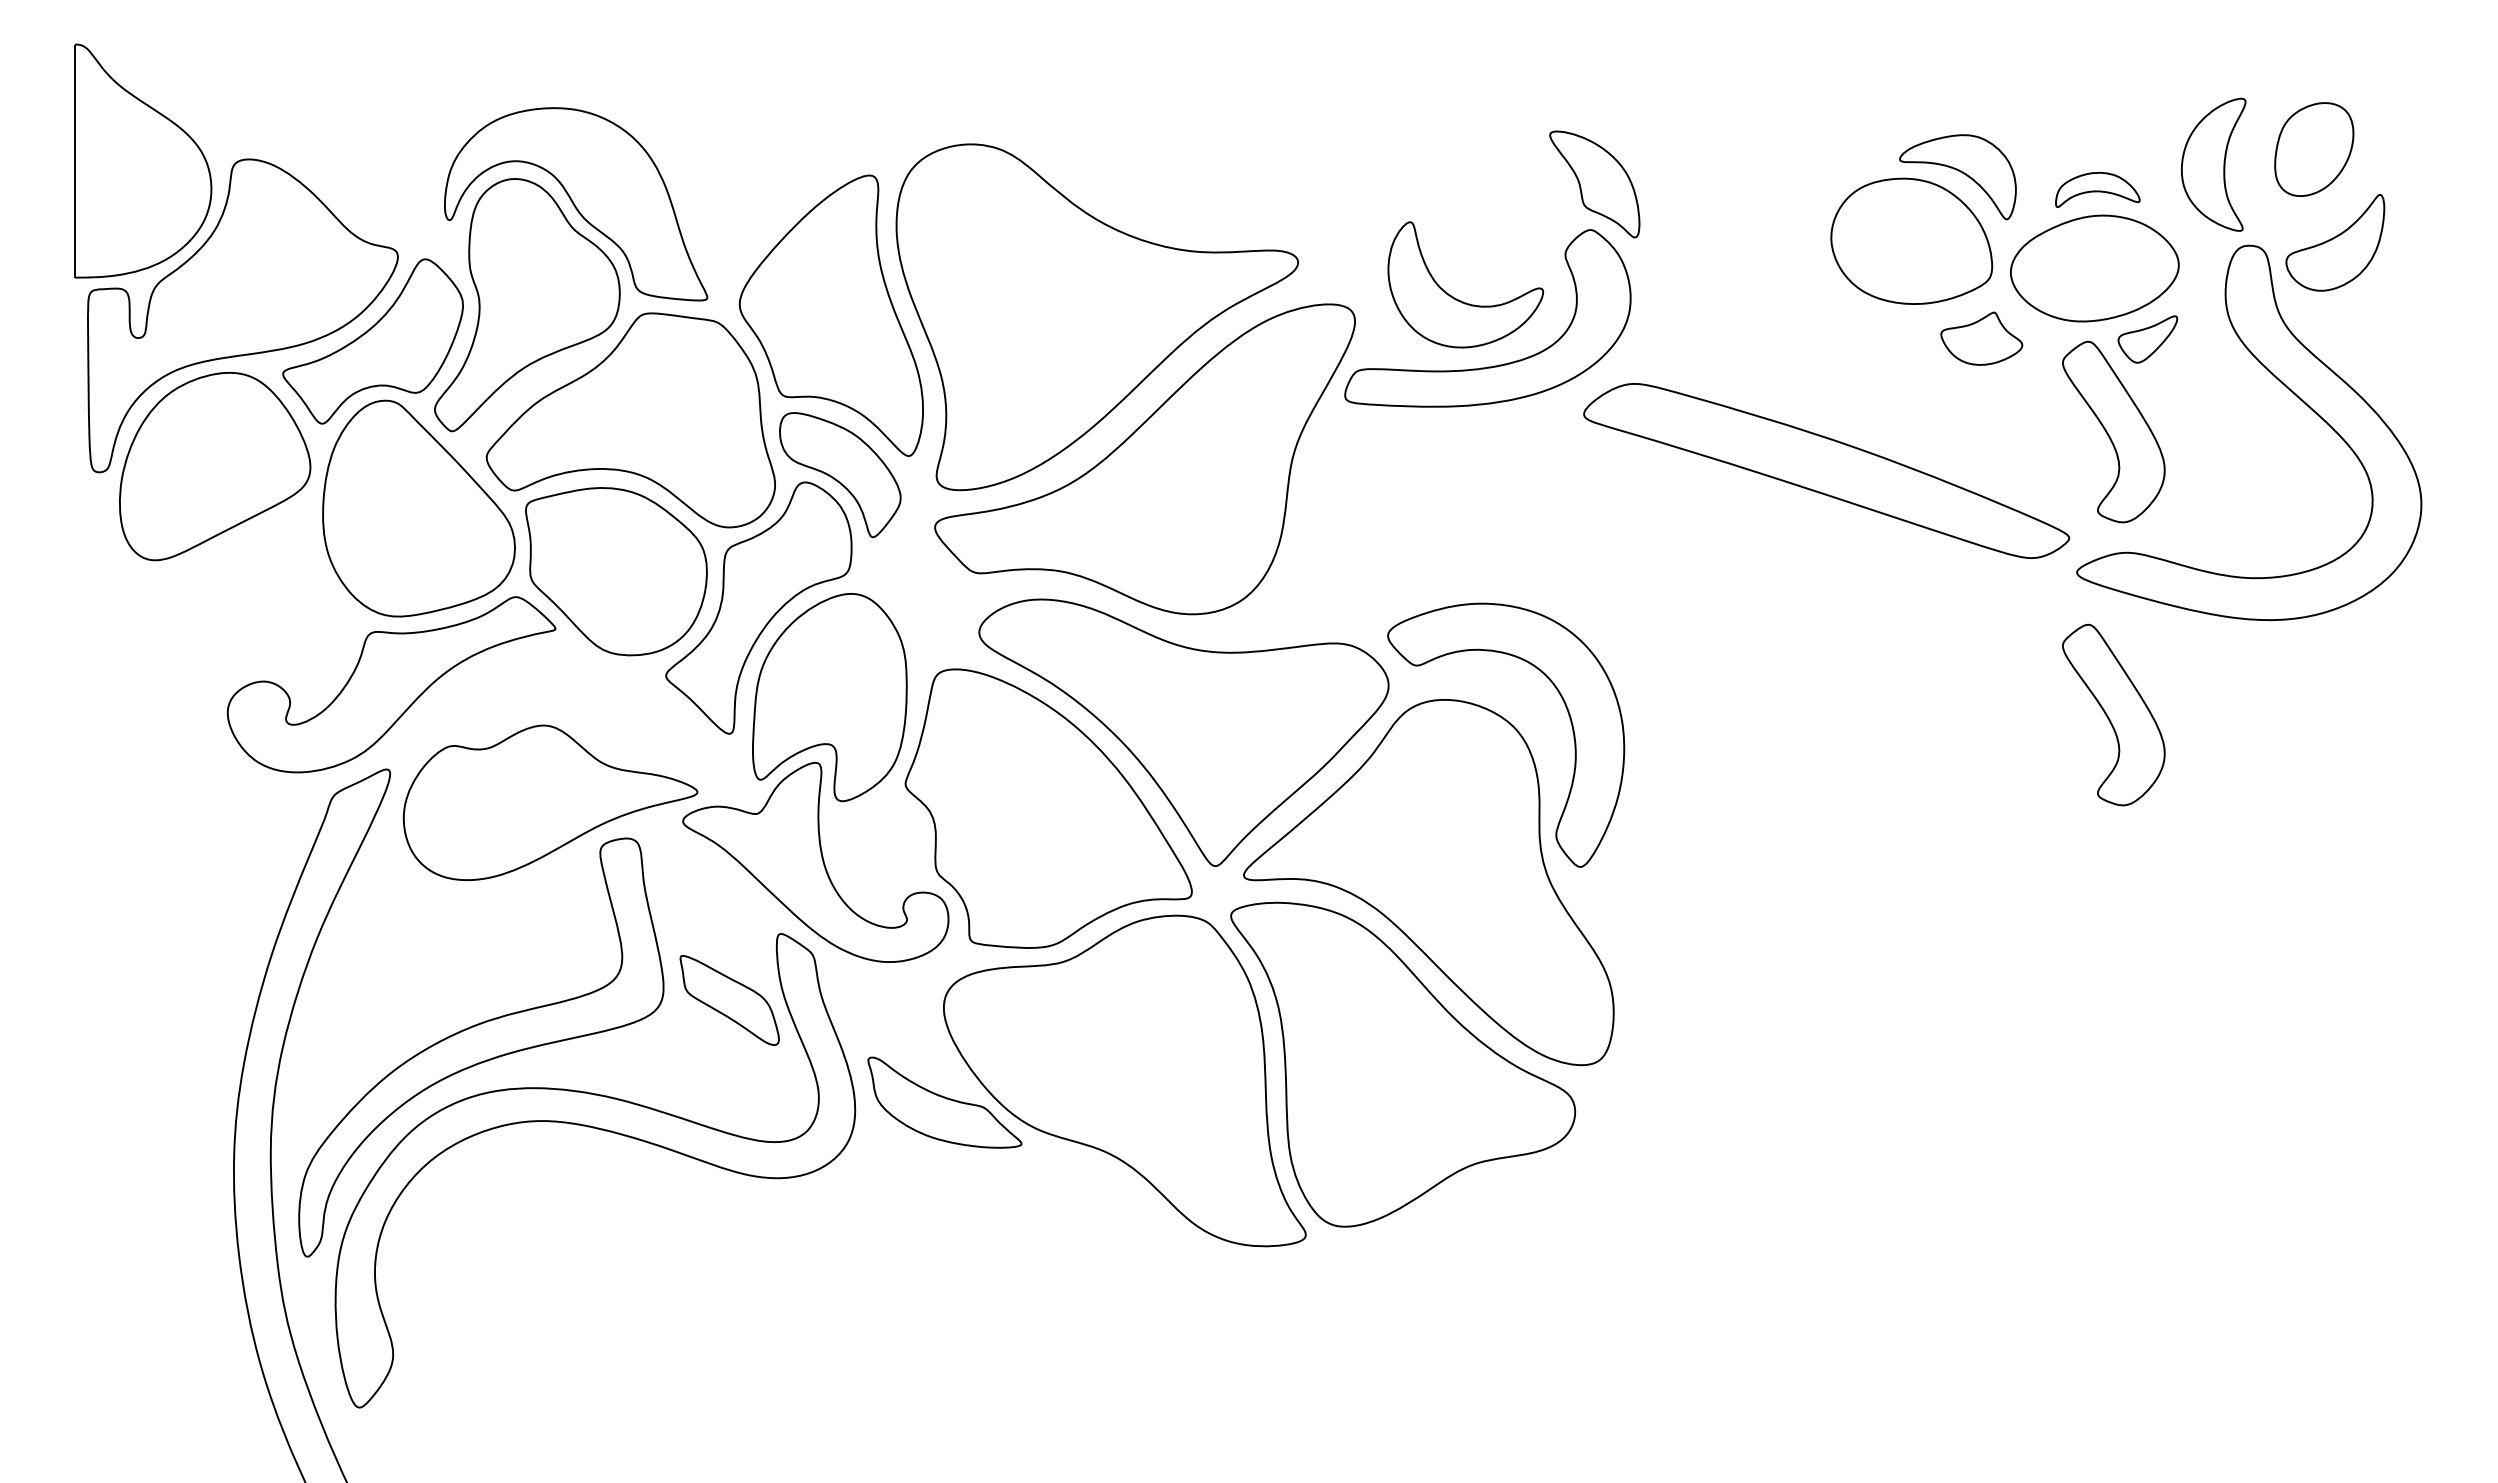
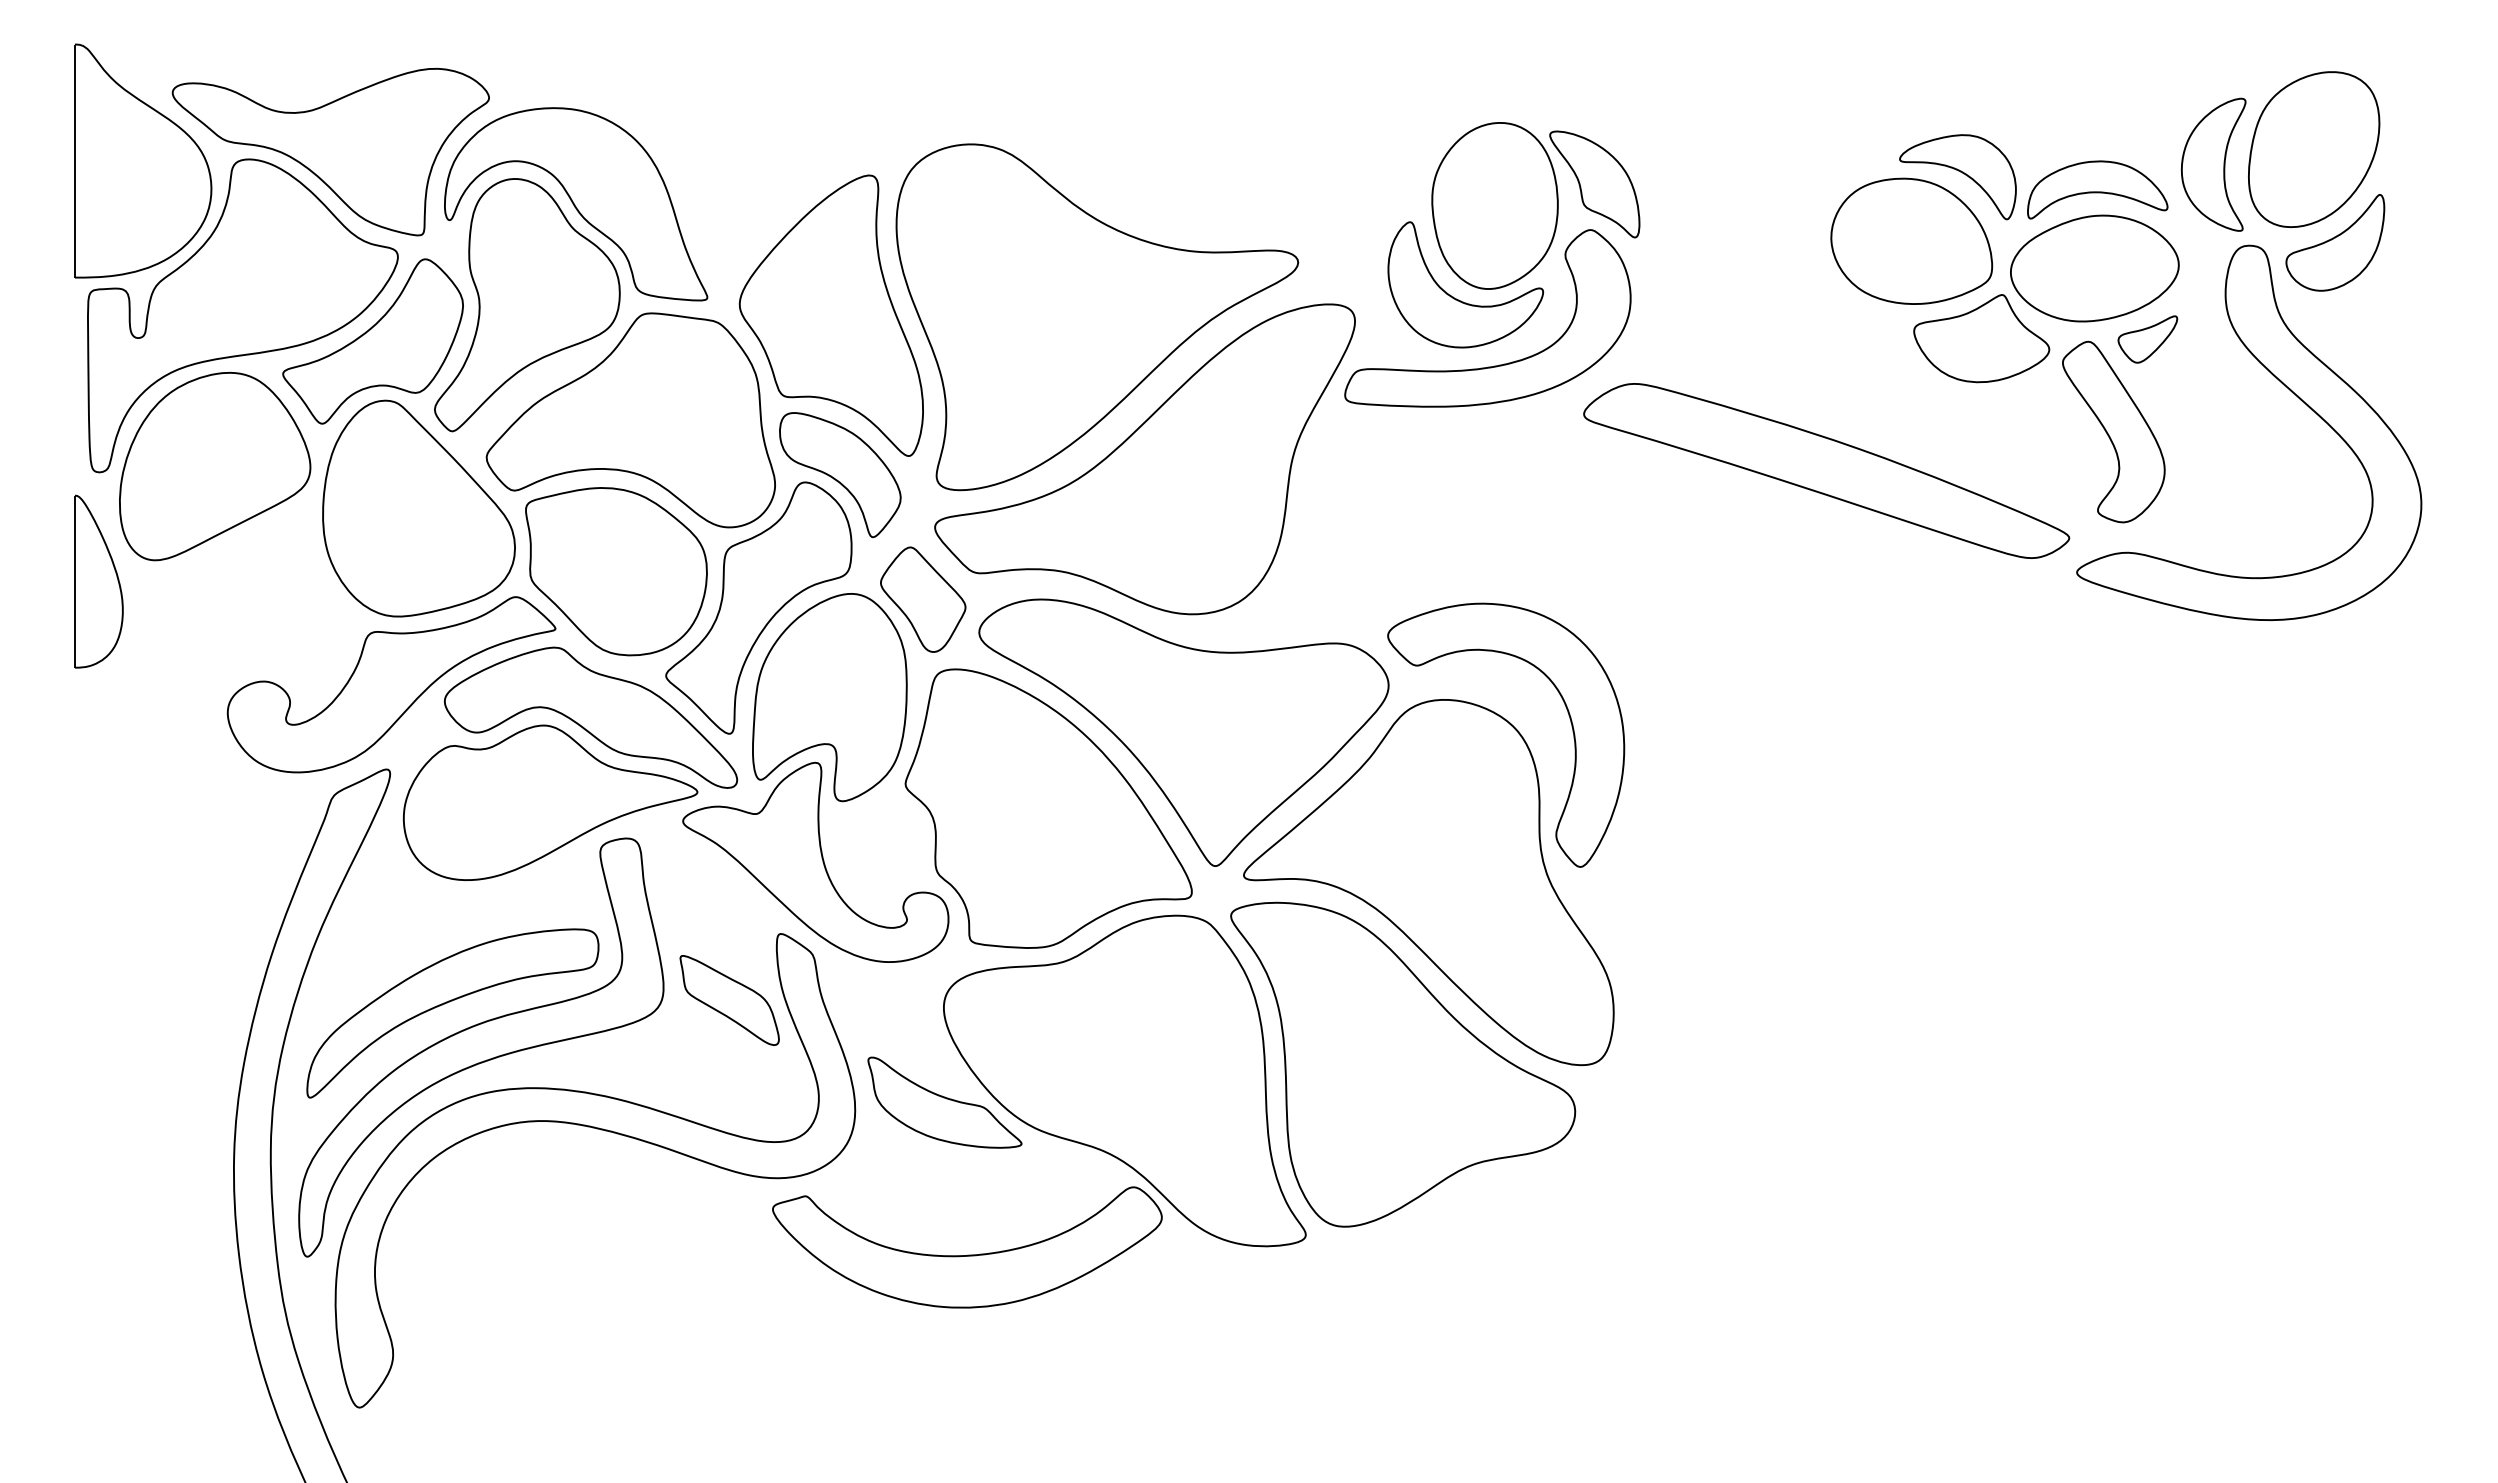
part at (2314, 149) size: 81x95 px -> 133x157 px
part at (330, 151): none -> present
part at (2097, 189) size: 86x37 px -> 142x60 px
part at (1494, 205): none -> present
part at (1981, 338) size: 84x55 px -> 138x90 px
part at (98, 581): none -> present
part at (923, 599): none -> present
part at (2113, 714): present -> none
part at (590, 717): none -> present
part at (447, 1003): none -> present
part at (967, 1254): none -> present
